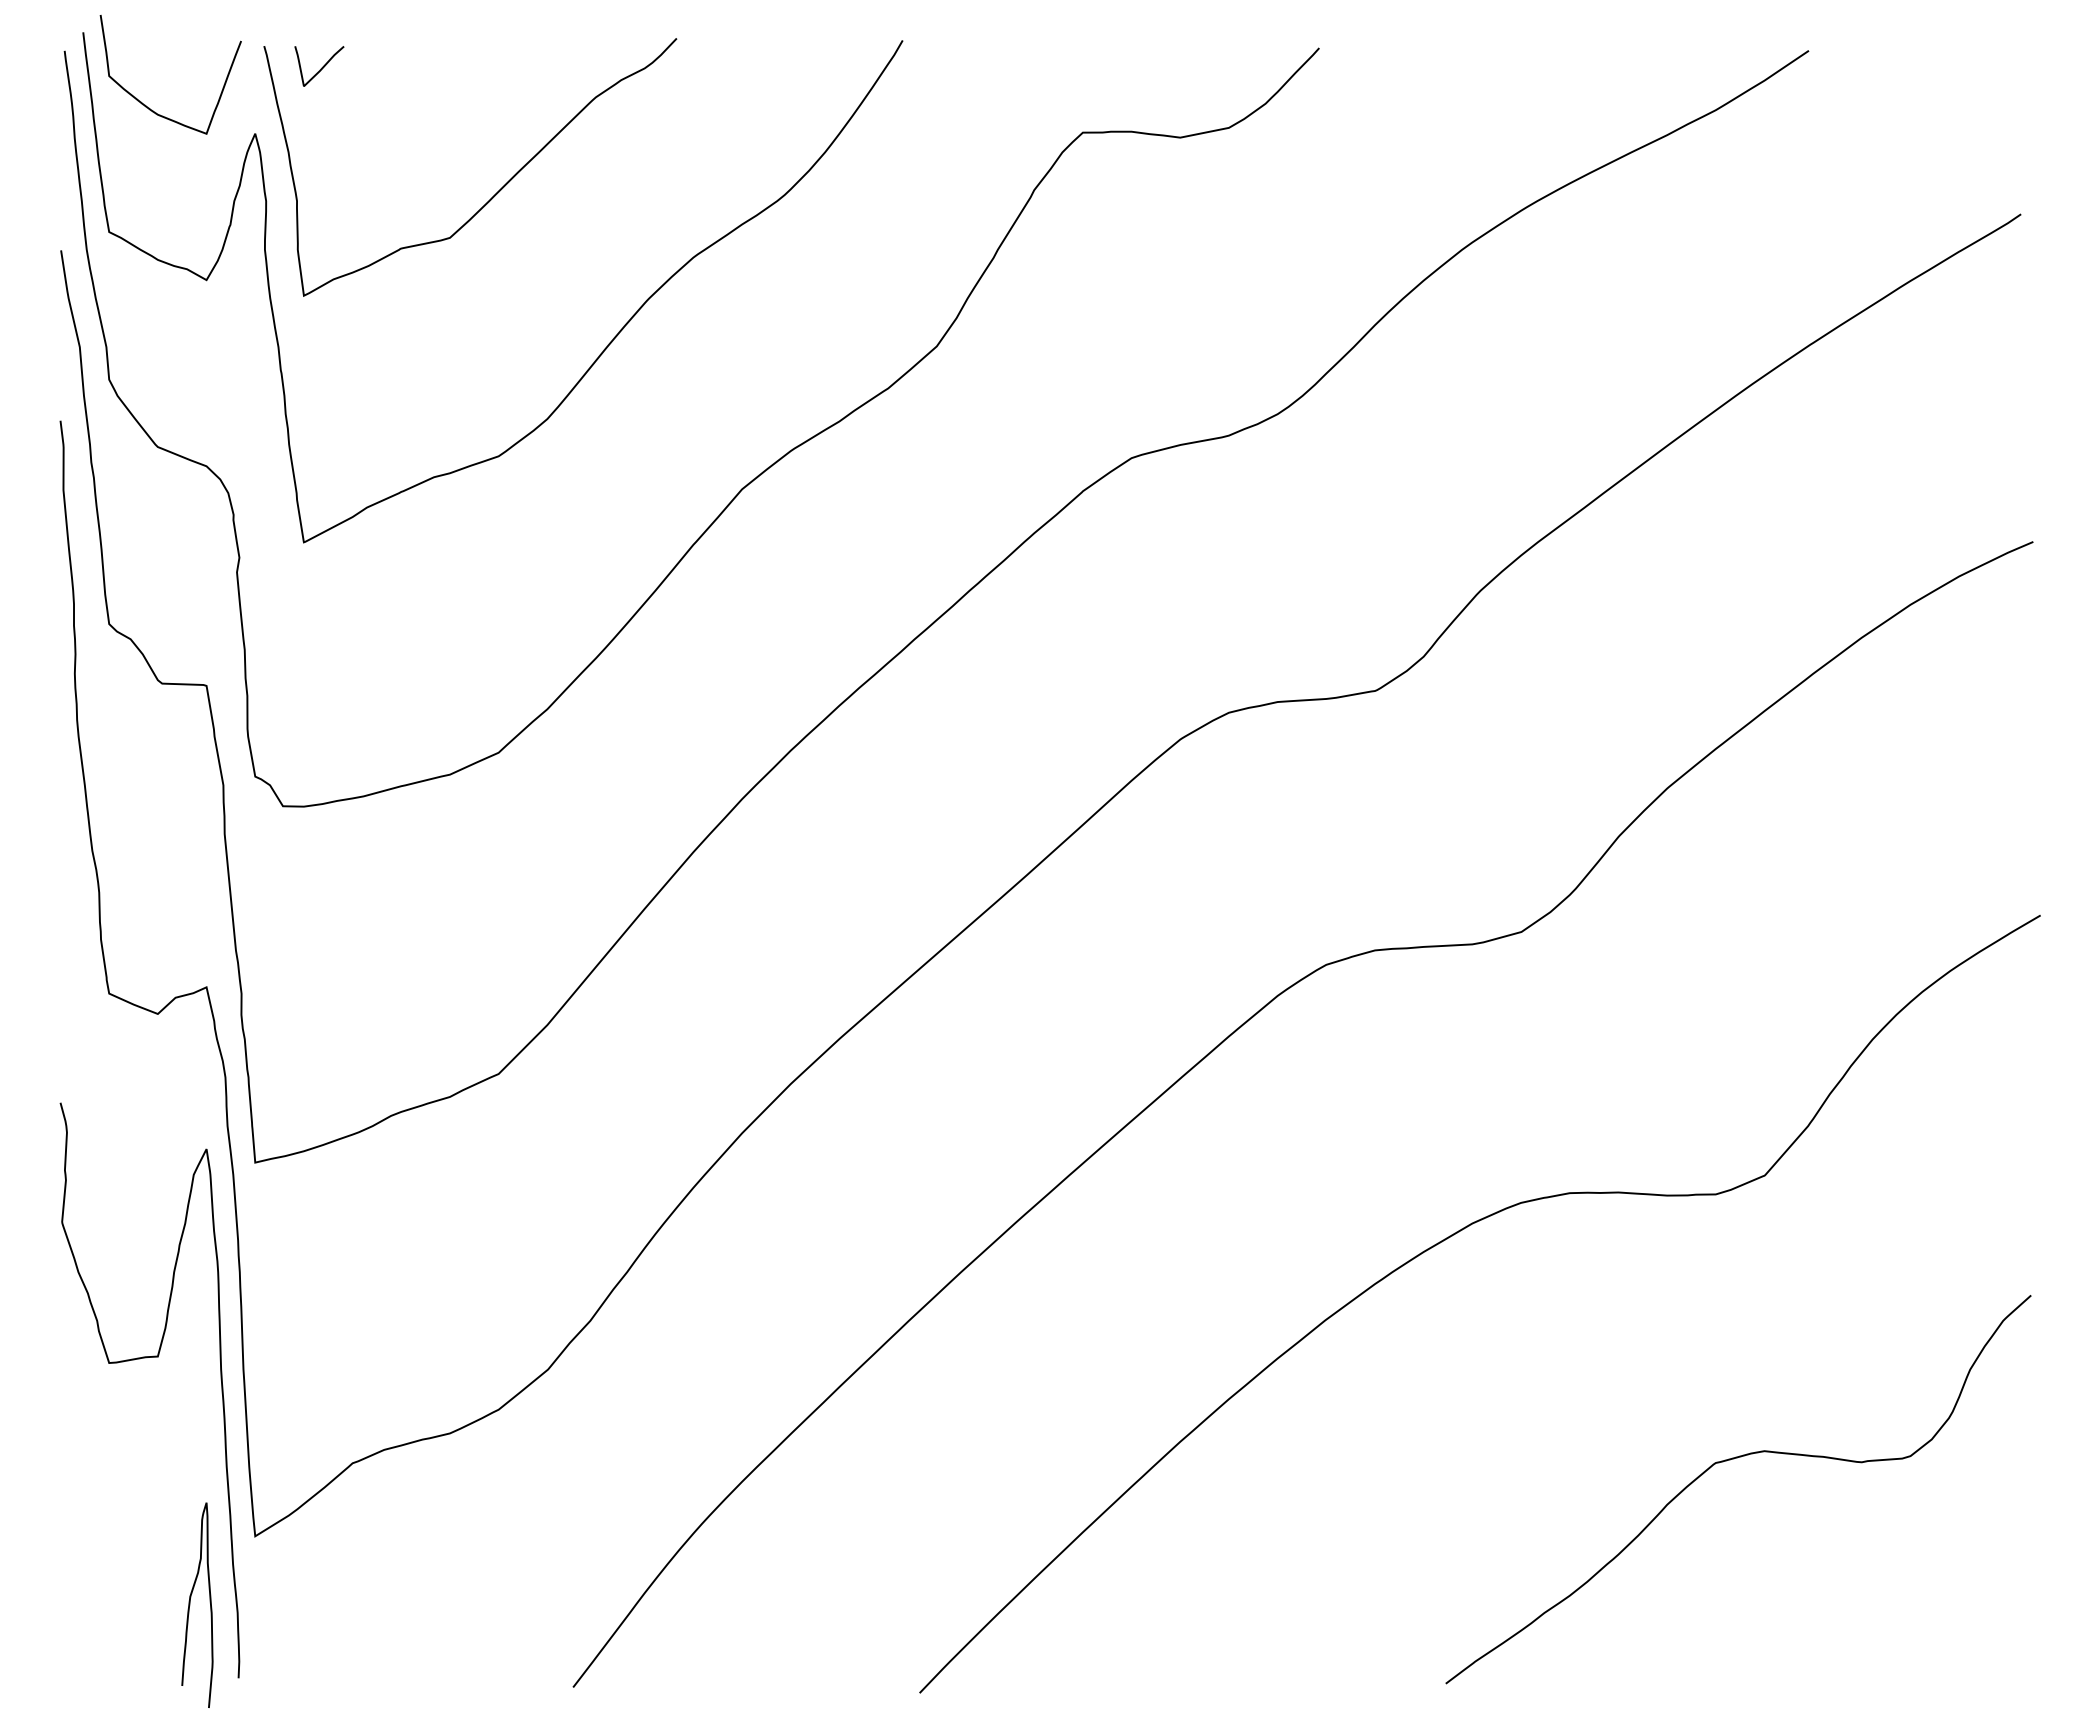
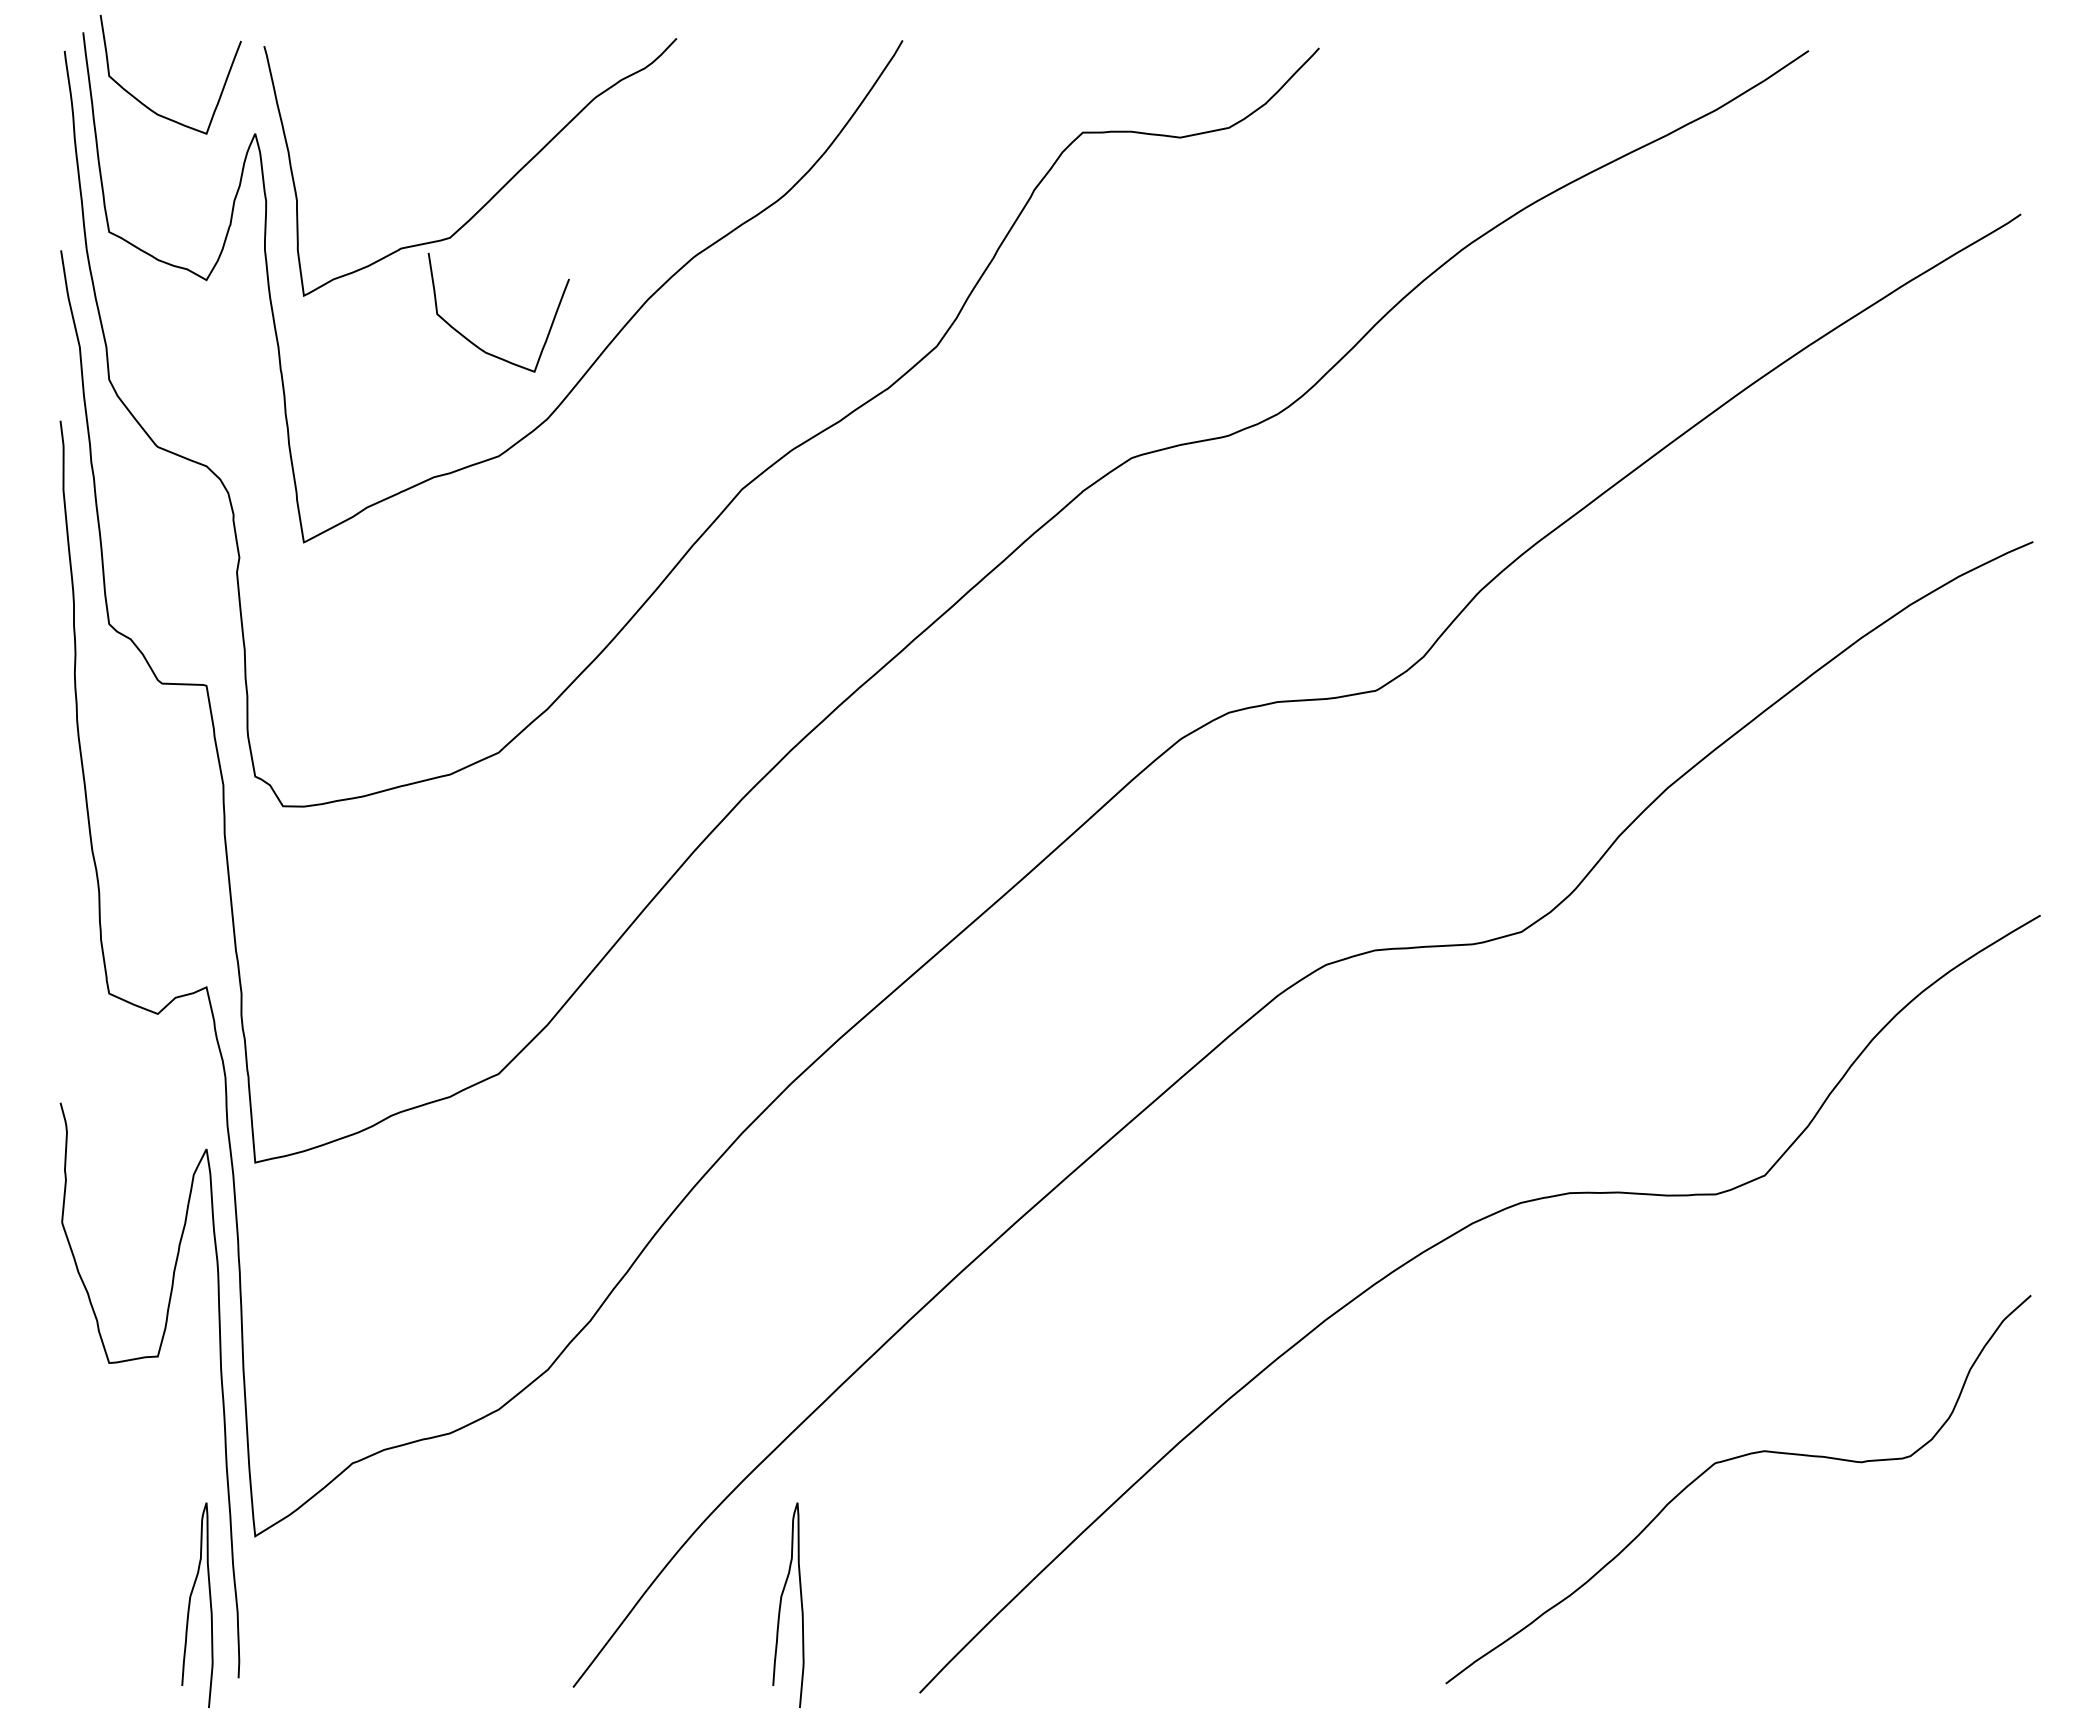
curve at (321, 67): present -> none
curve at (473, 342): none -> present
curve at (781, 1604): none -> present
